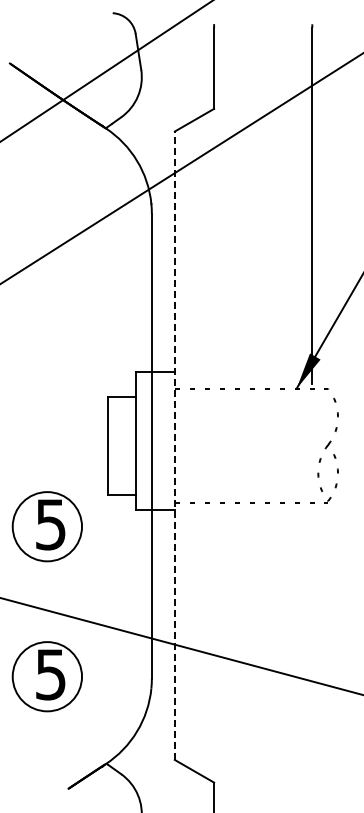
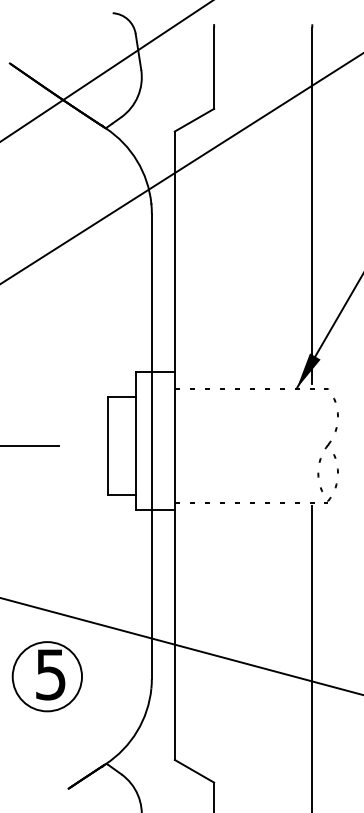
line at (31, 445): none -> present
line at (174, 445): dashed -> solid
part at (46, 526): present -> none
line at (312, 657): none -> present
